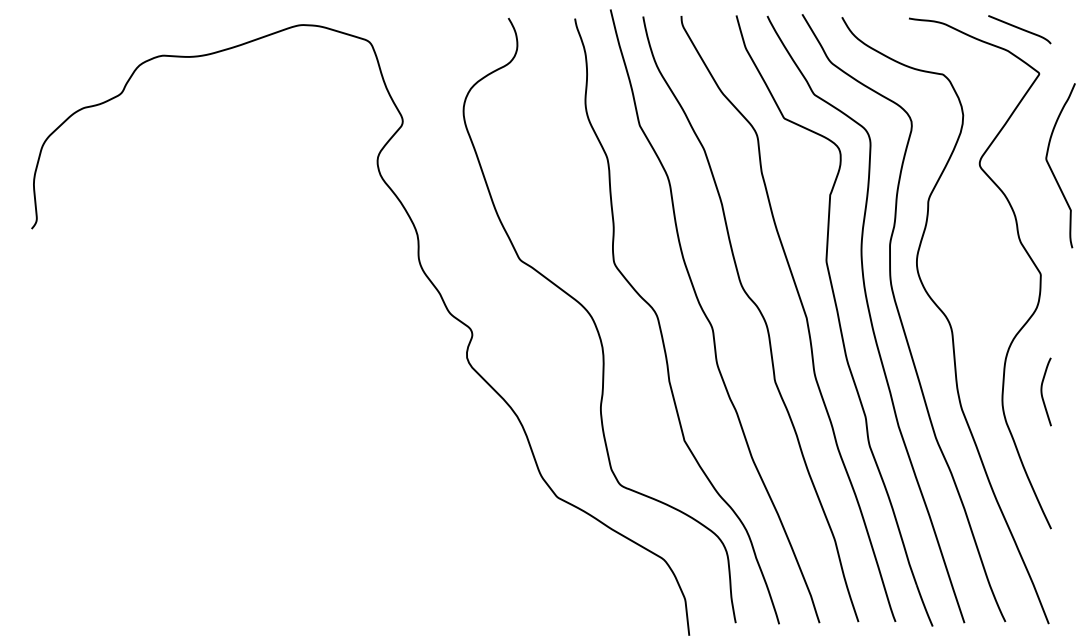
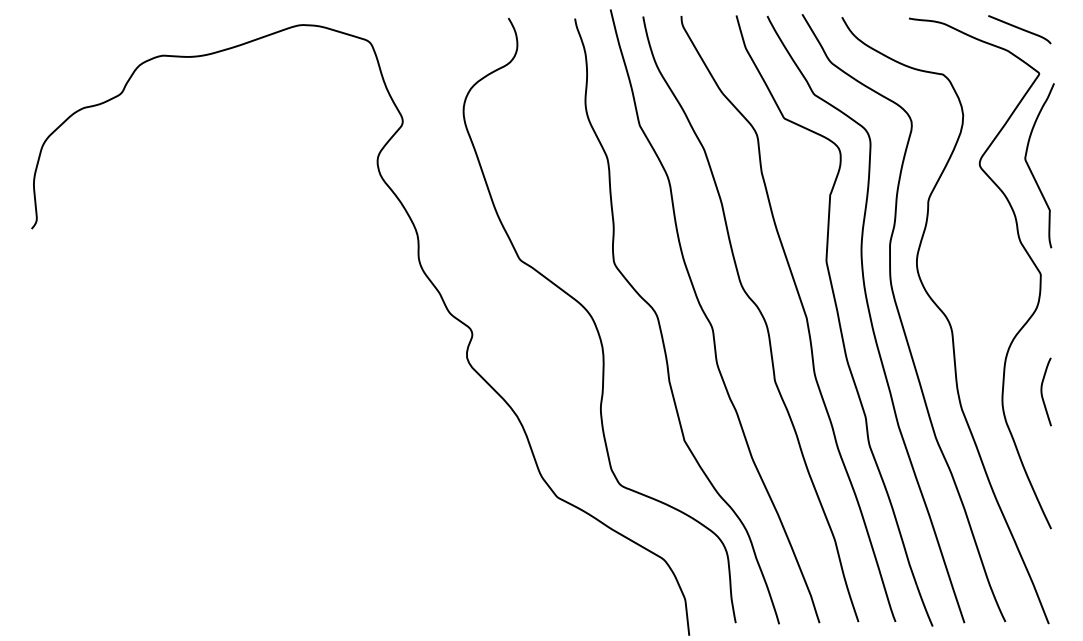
curve at (1051, 167) position: (1051, 167) -> (1030, 167)
